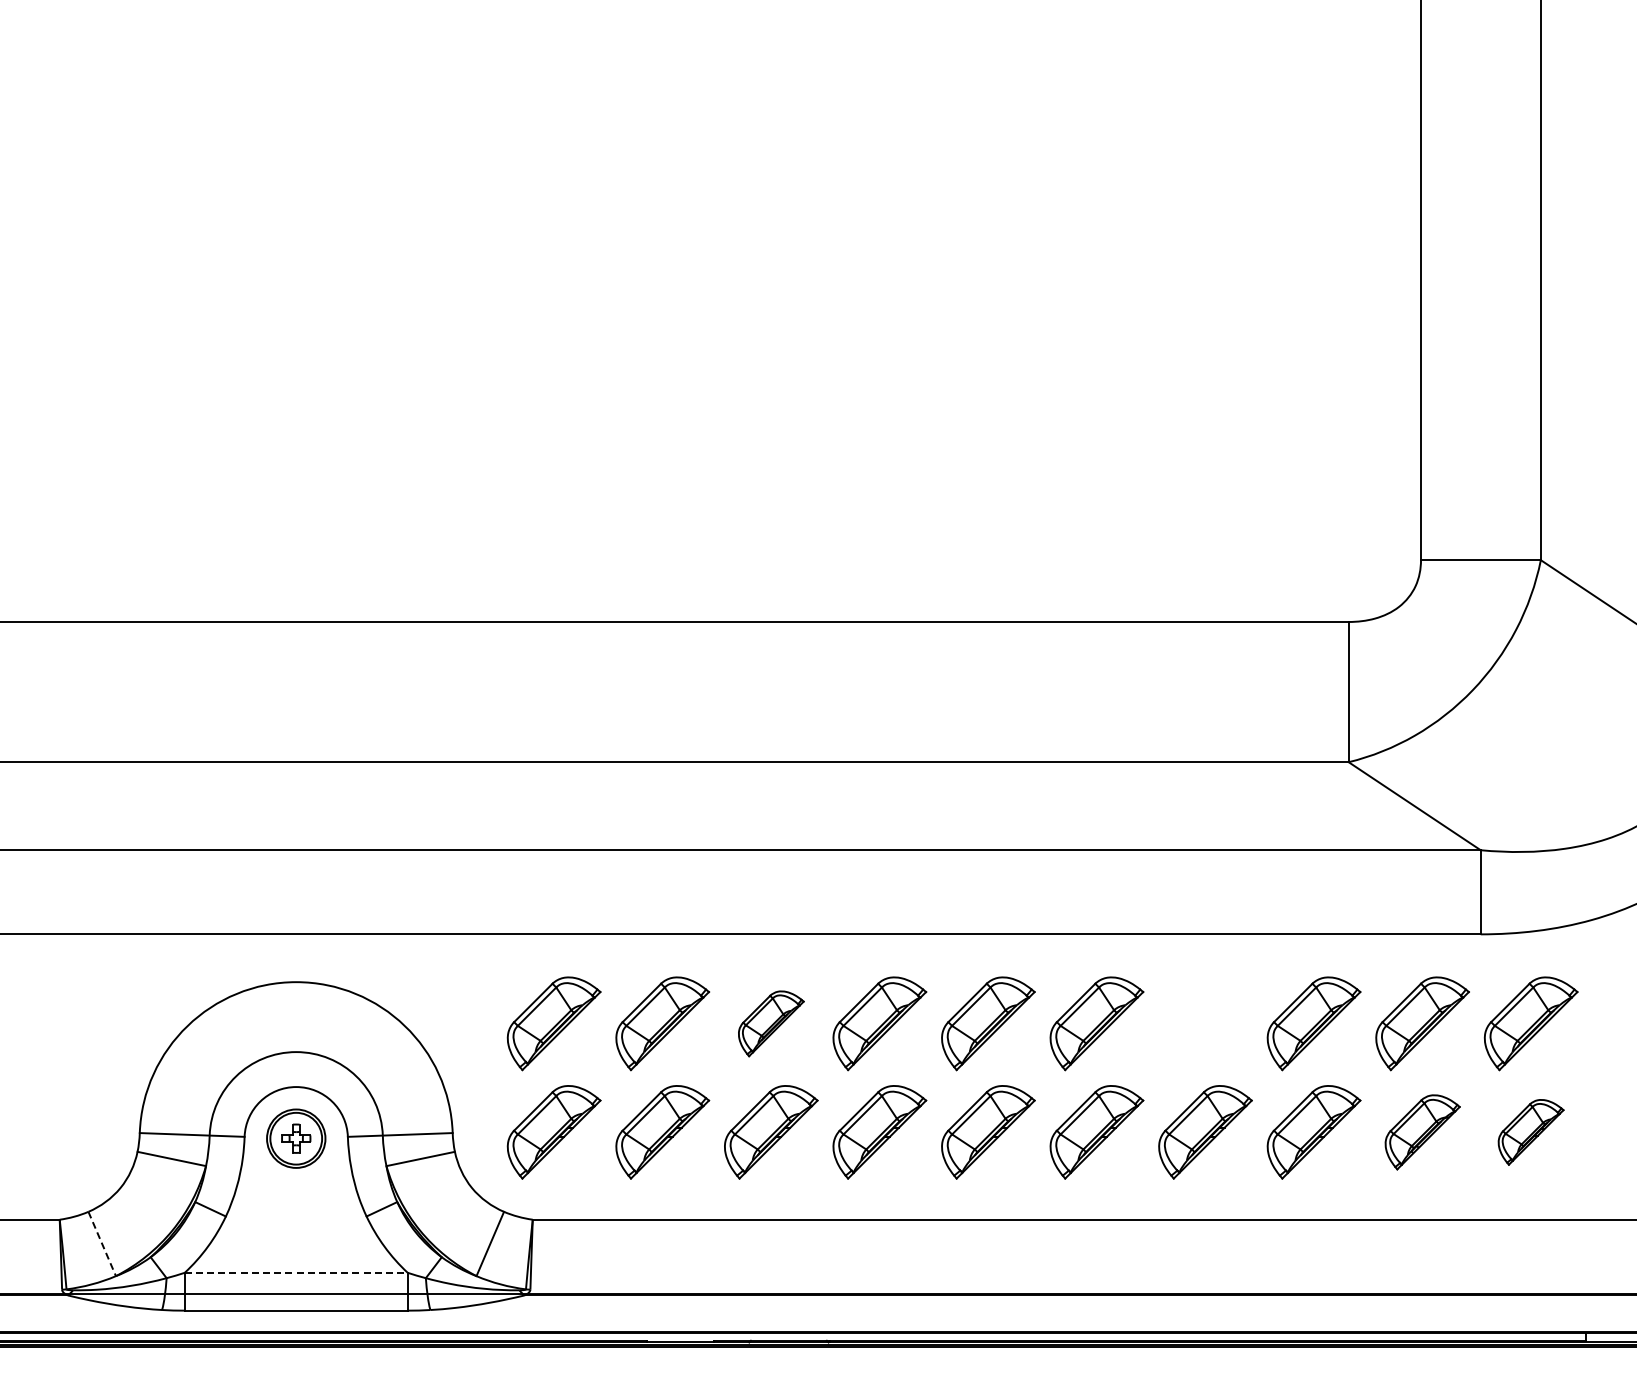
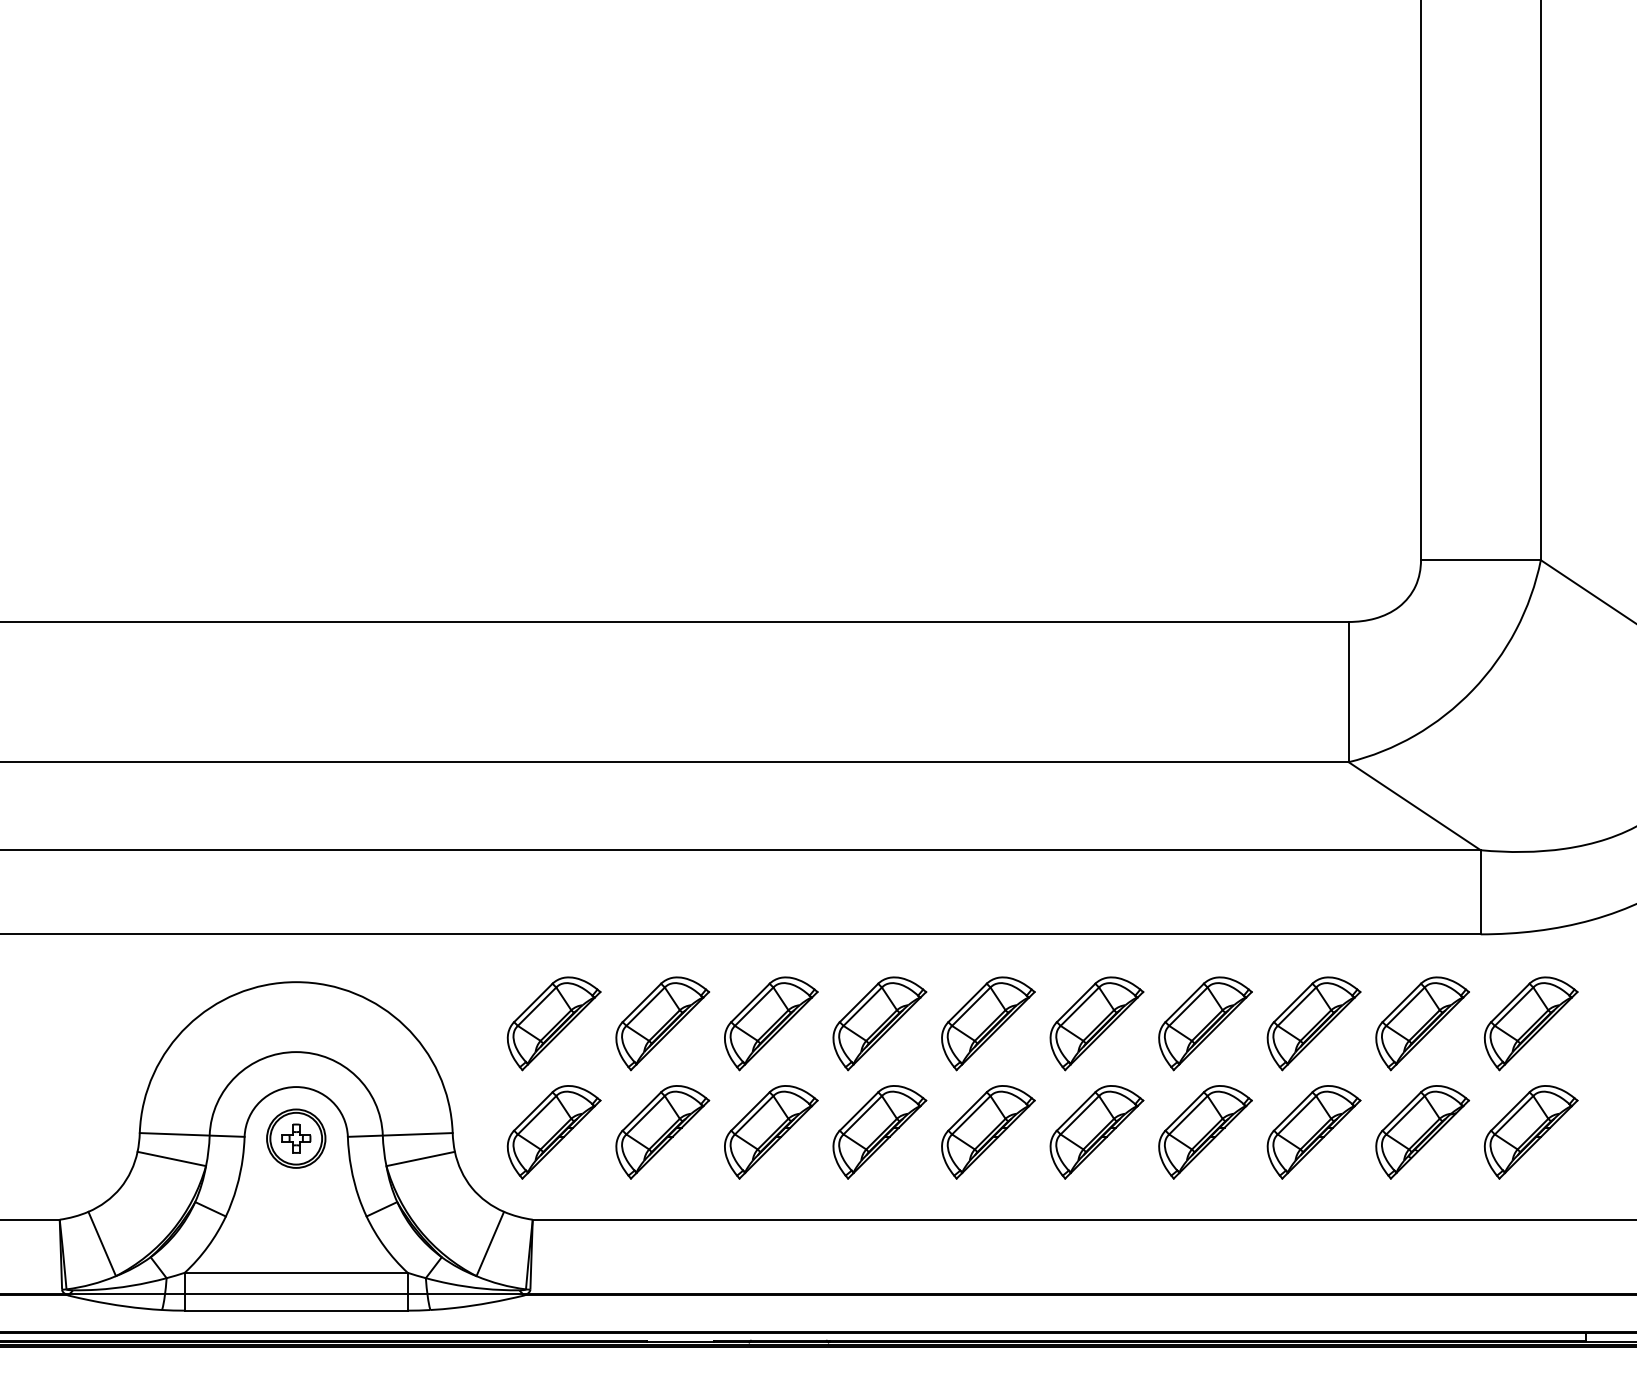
part at (771, 1023) size: 67x68 px -> 95x96 px
part at (1205, 1023): none -> present
part at (1422, 1132) size: 77x77 px -> 96x95 px
part at (1530, 1132) size: 68x67 px -> 96x95 px
line at (102, 1243): dashed -> solid
line at (296, 1272): dashed -> solid
